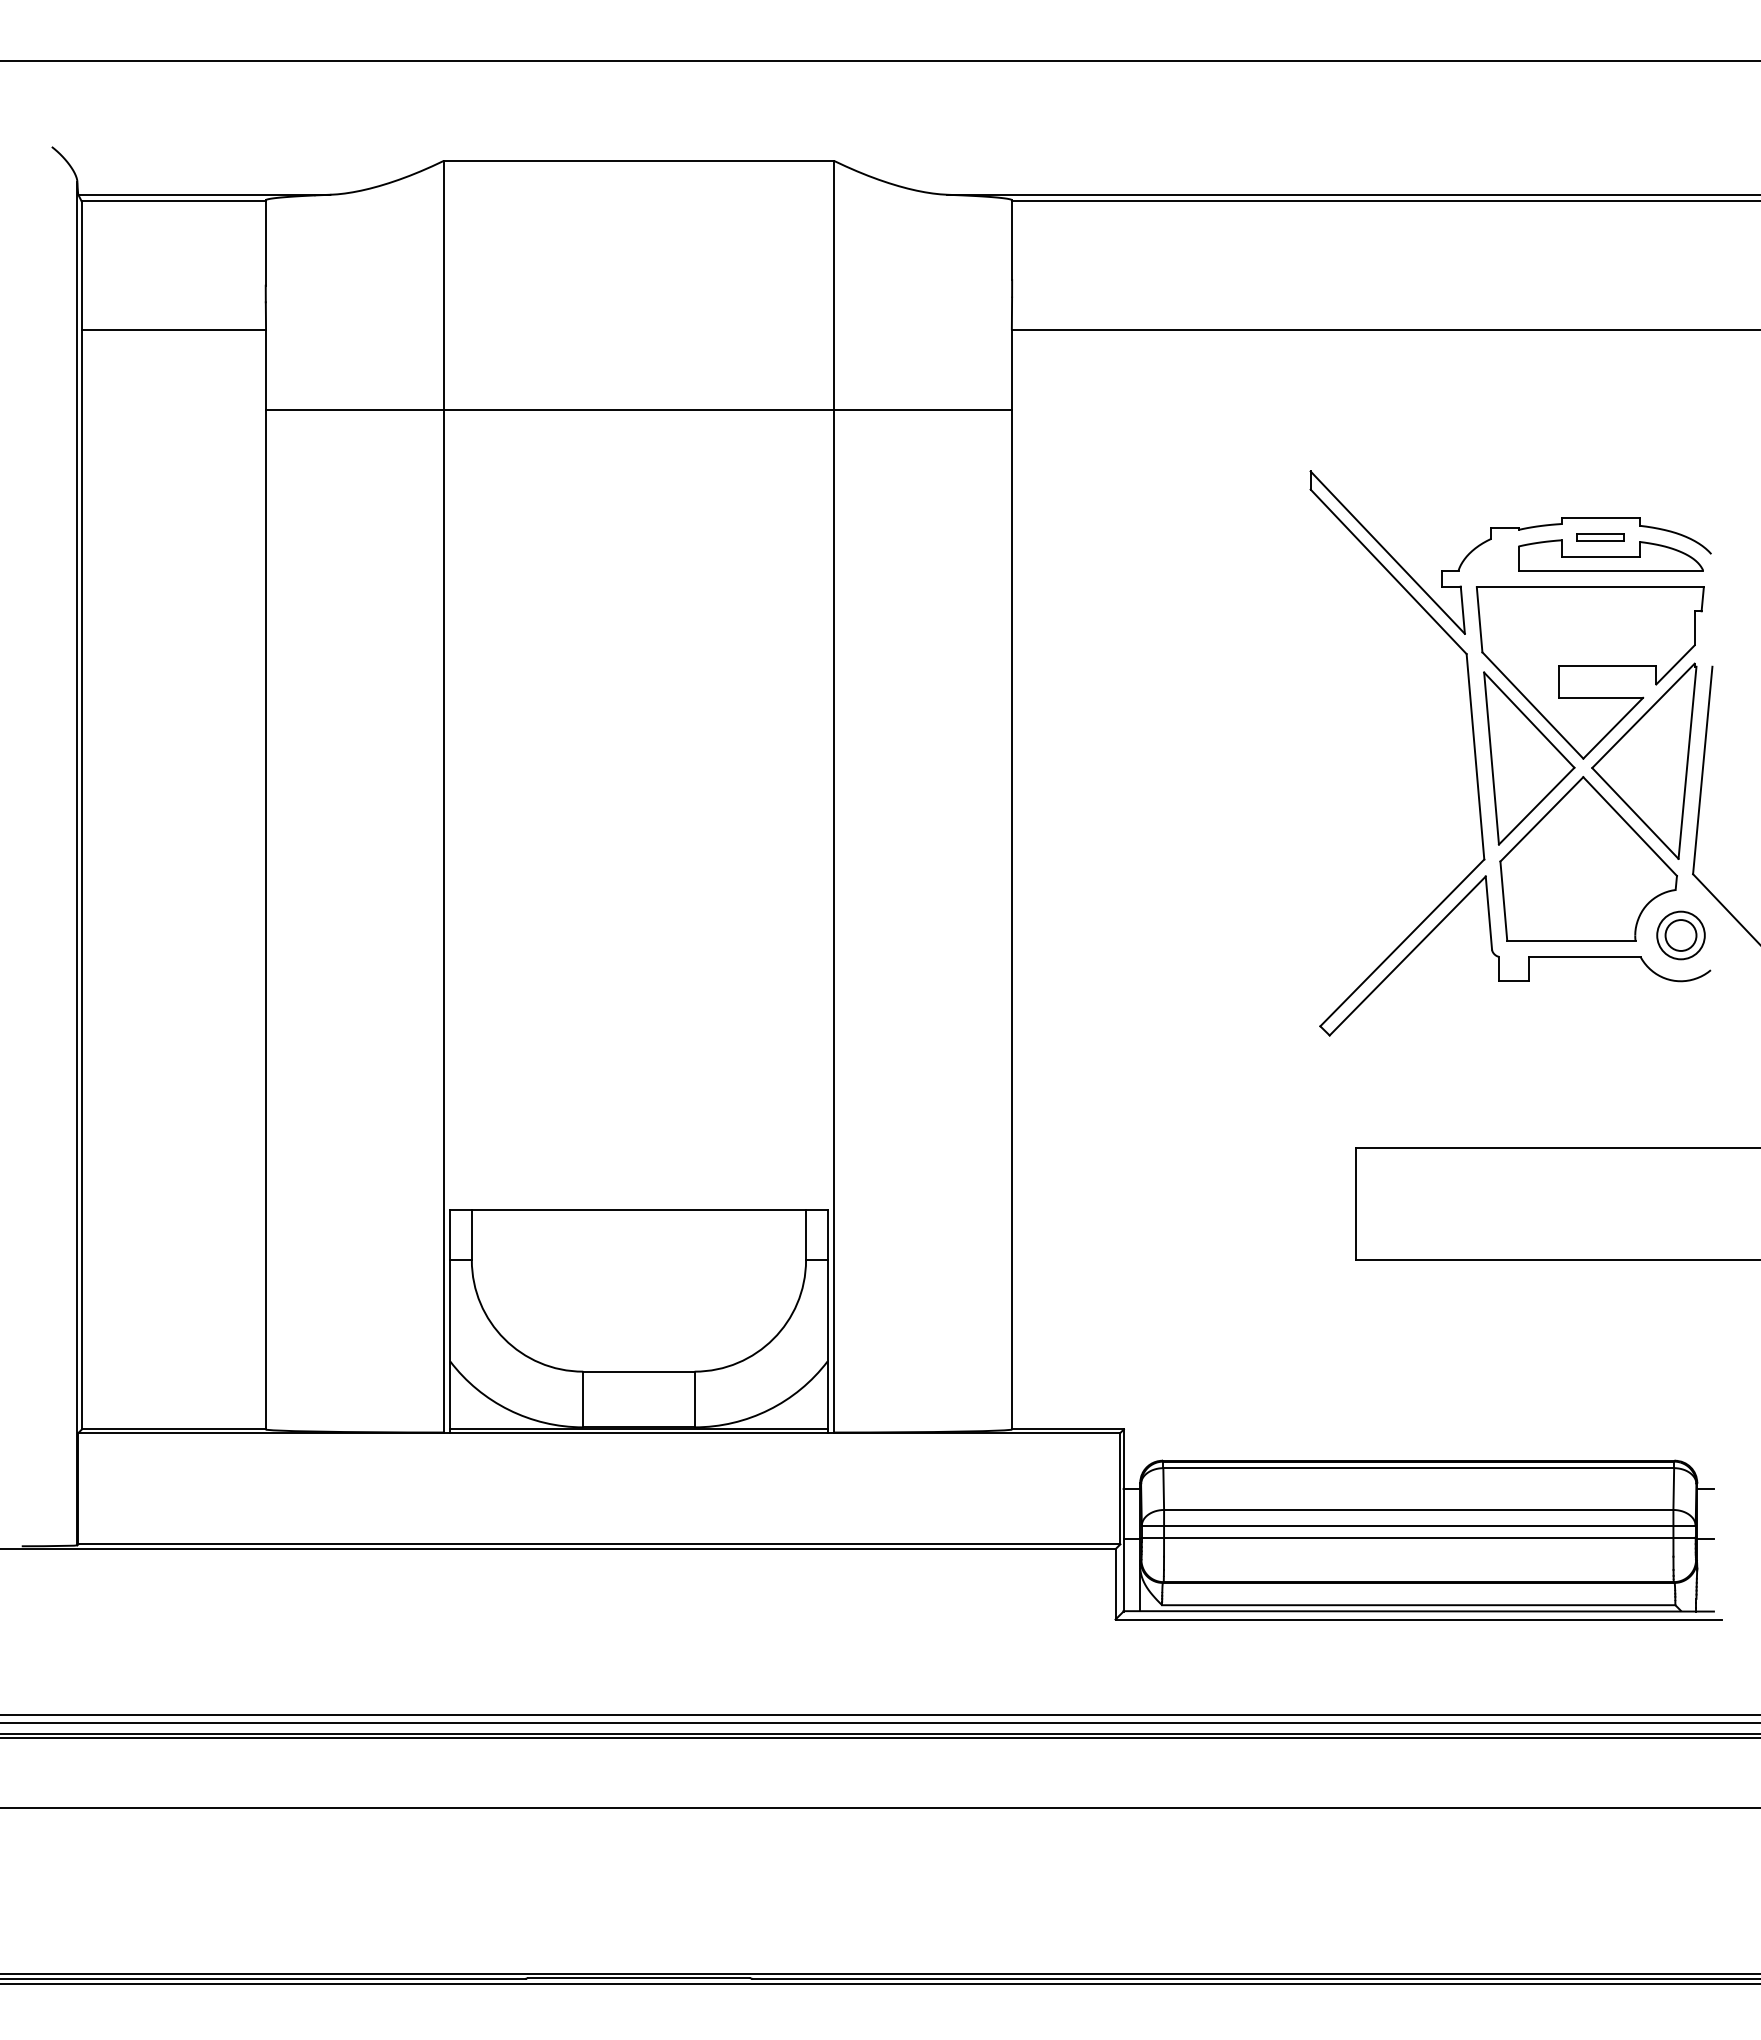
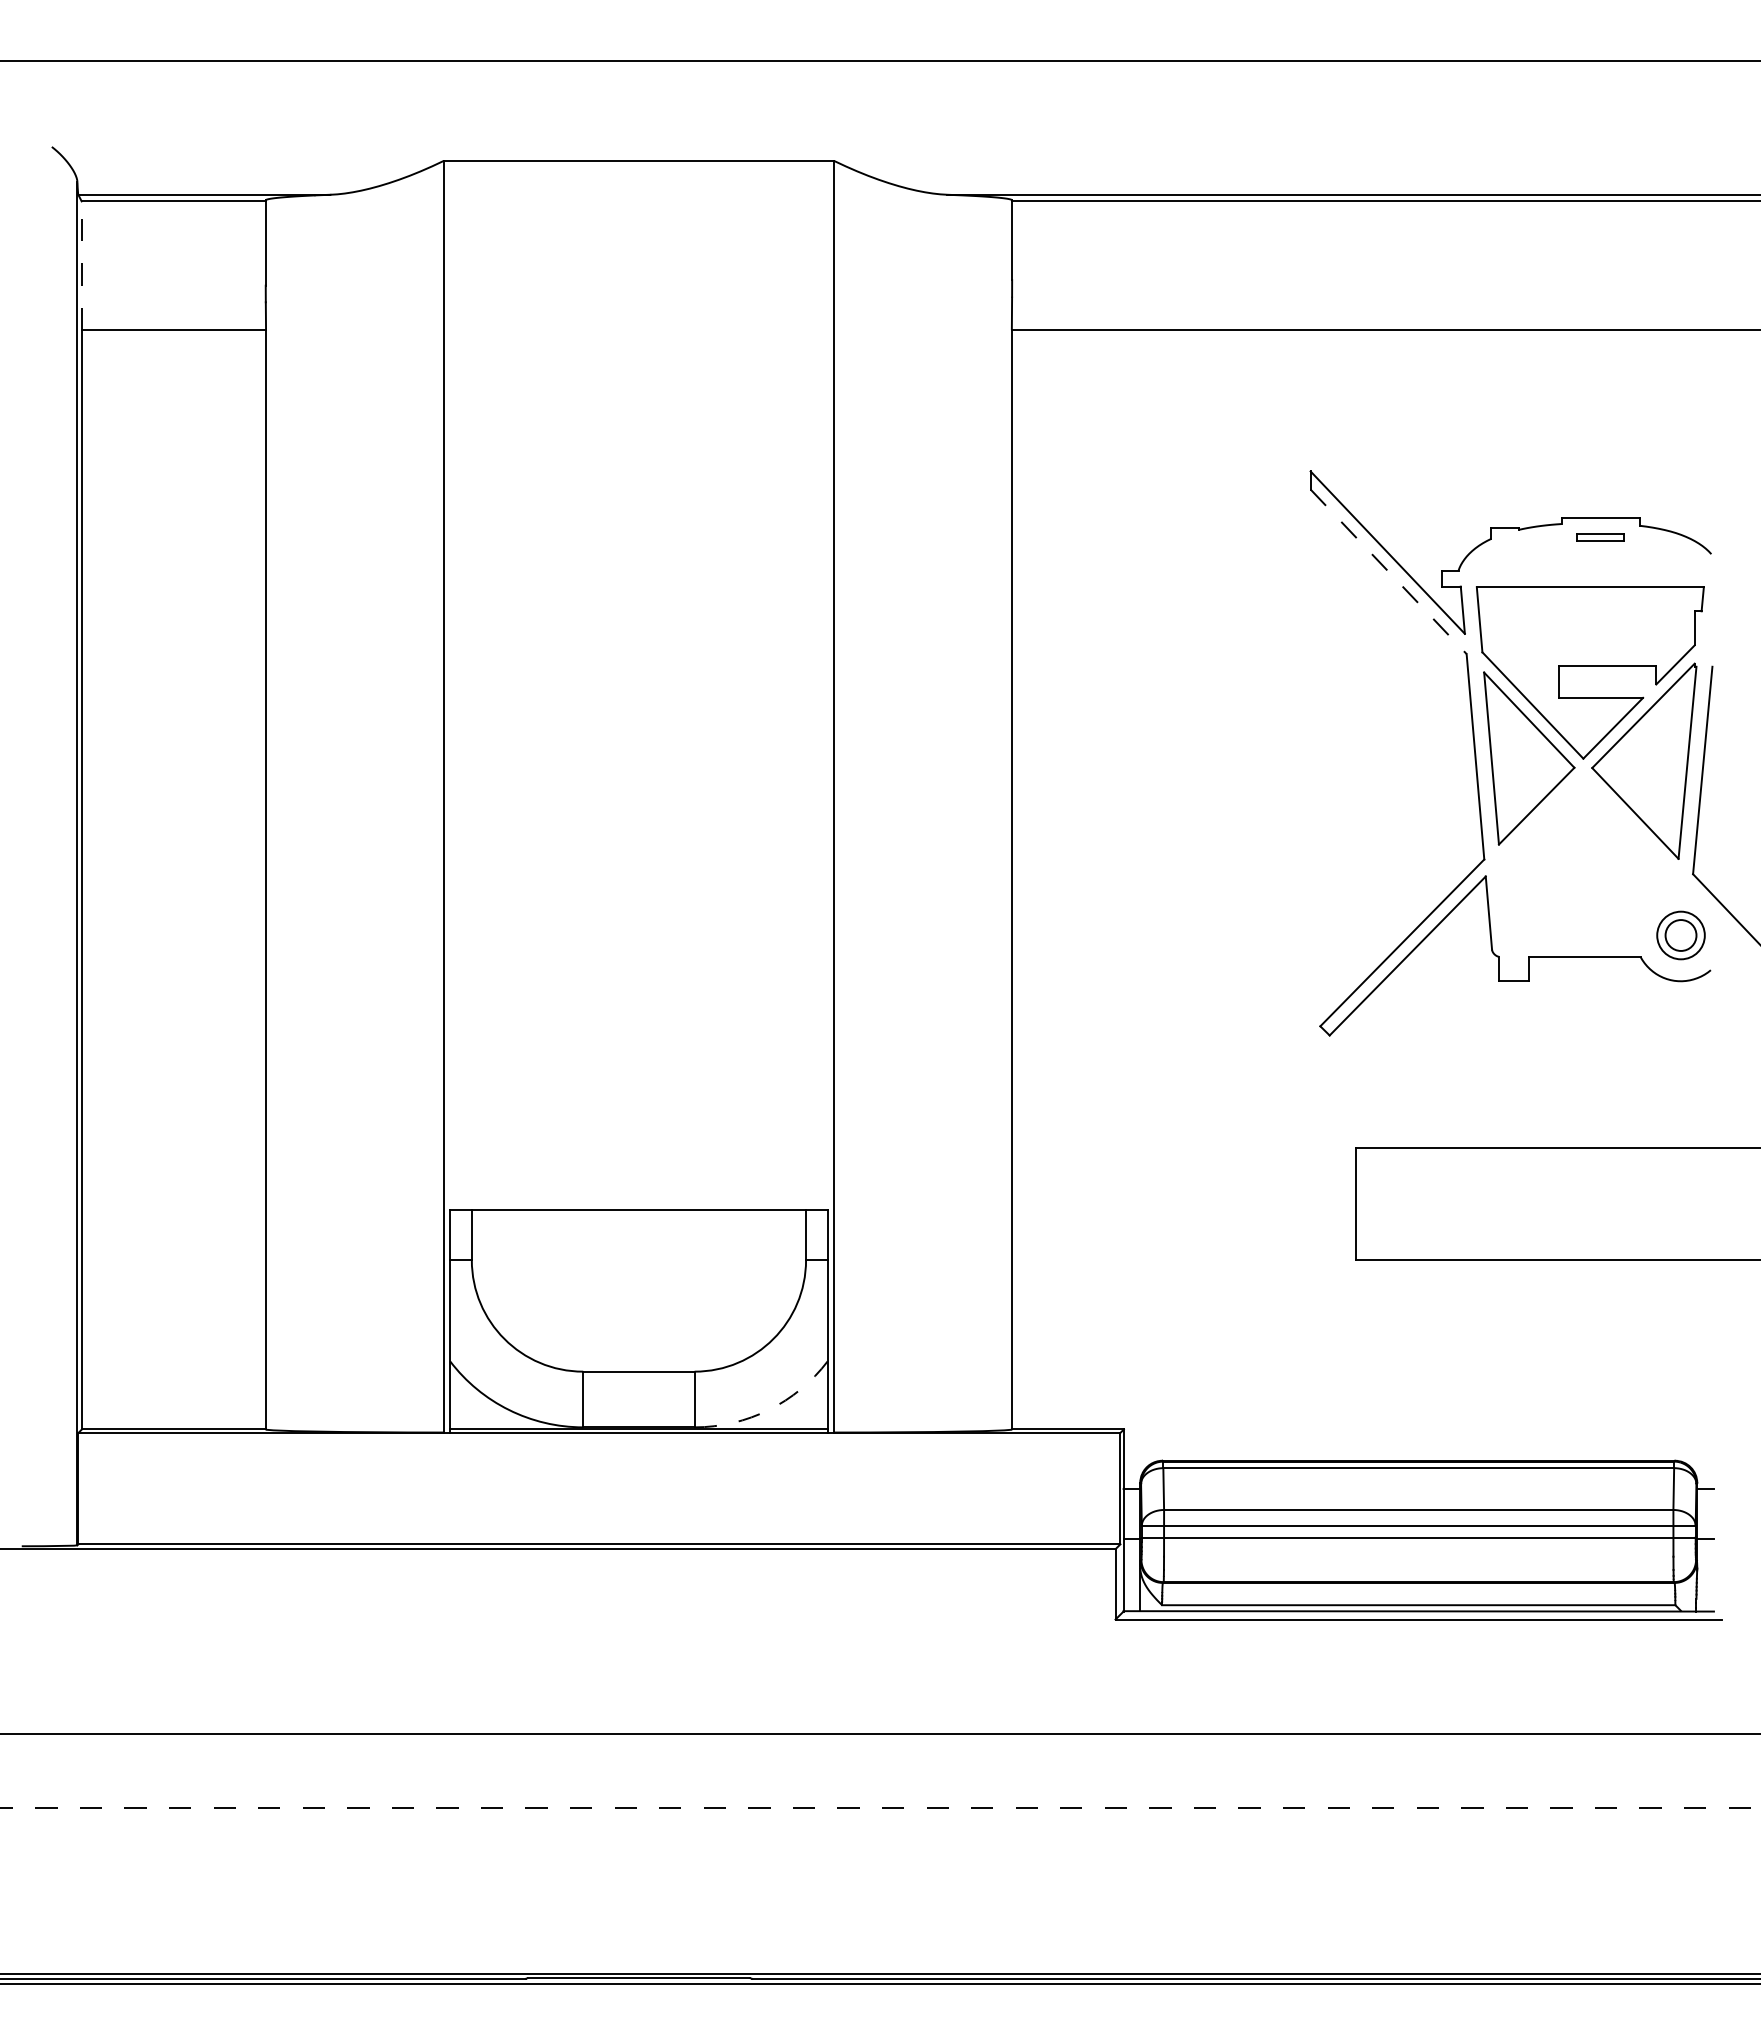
line at (81, 265): solid -> dashed
line at (638, 409): present -> none
part at (1610, 555): present -> none
line at (1388, 572): solid -> dashed
part at (1588, 858): present -> none
arc at (768, 1409): solid -> dashed
line at (879, 1714): present -> none
line at (879, 1722): present -> none
line at (879, 1737): present -> none
line at (880, 1807): solid -> dashed
